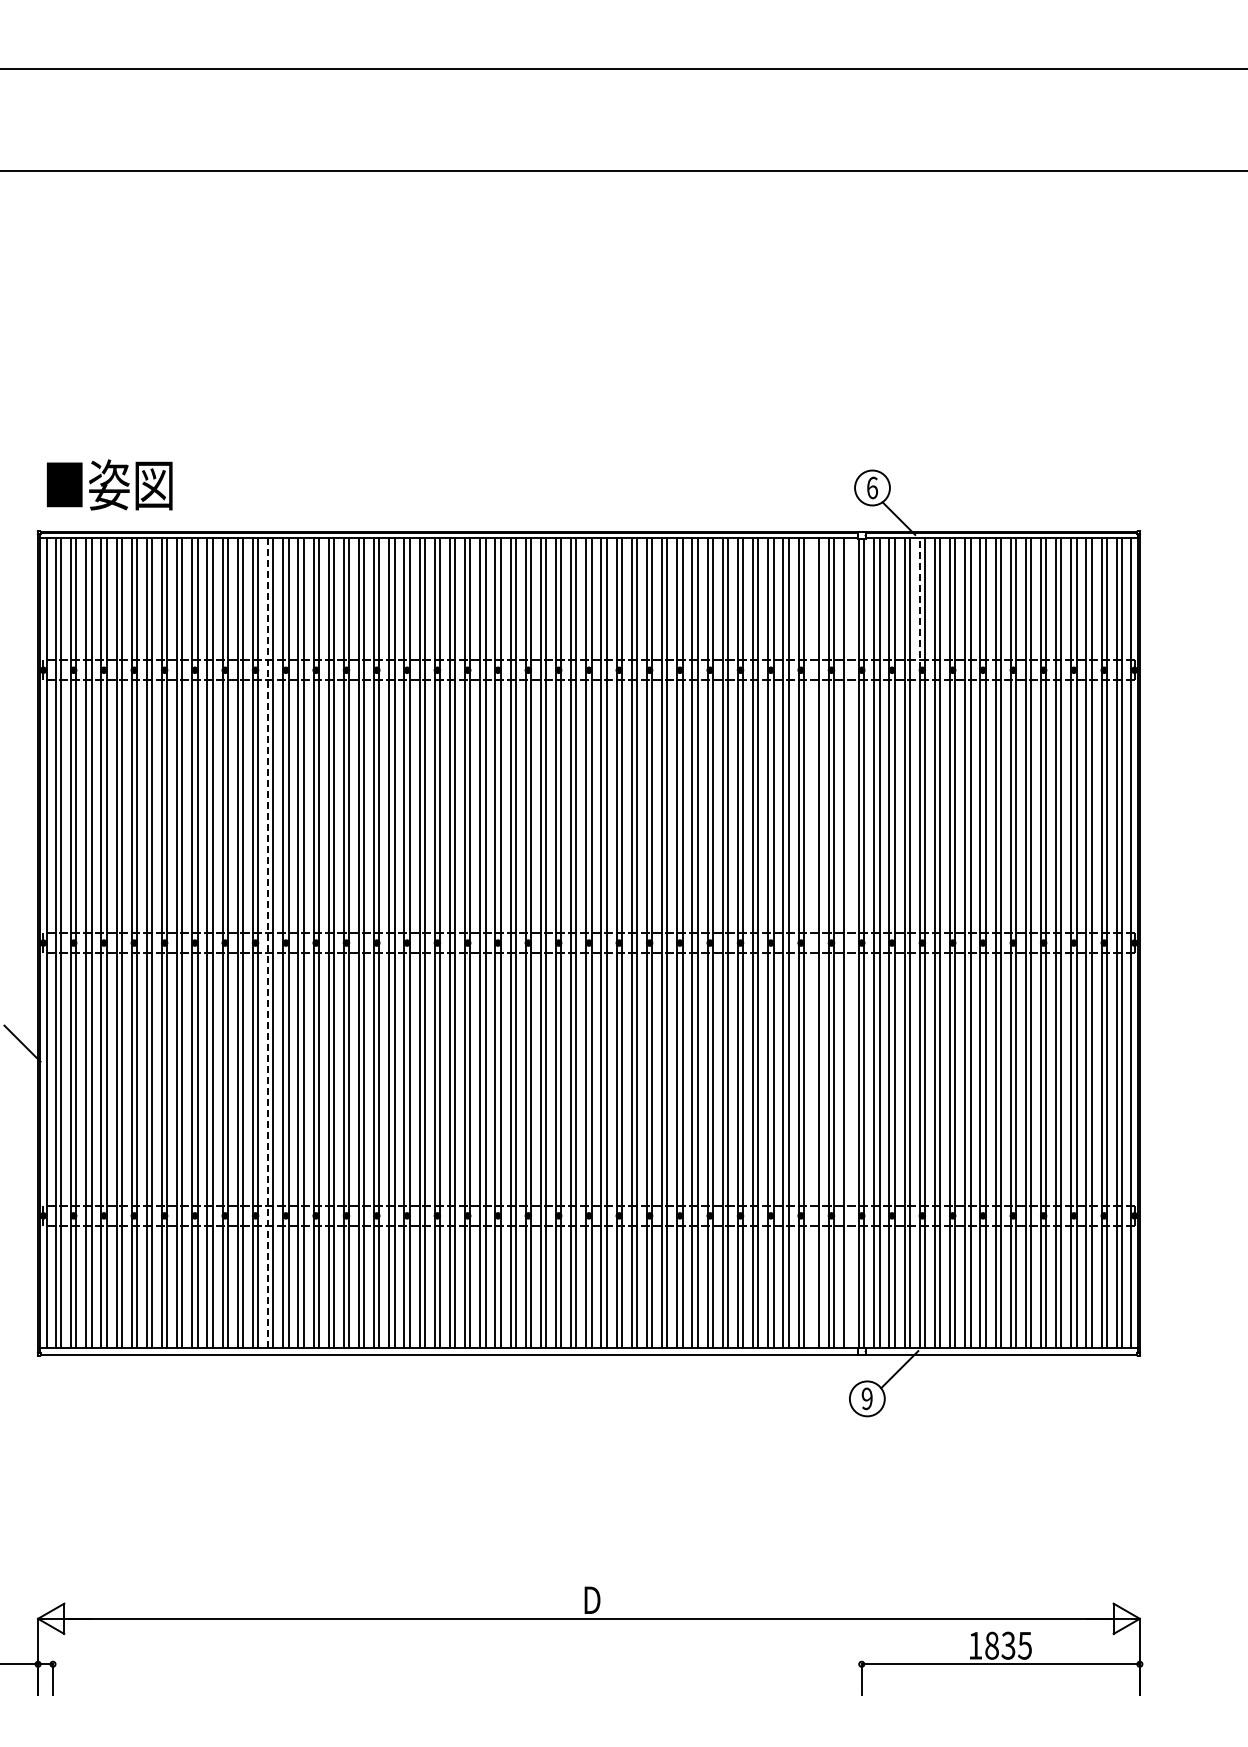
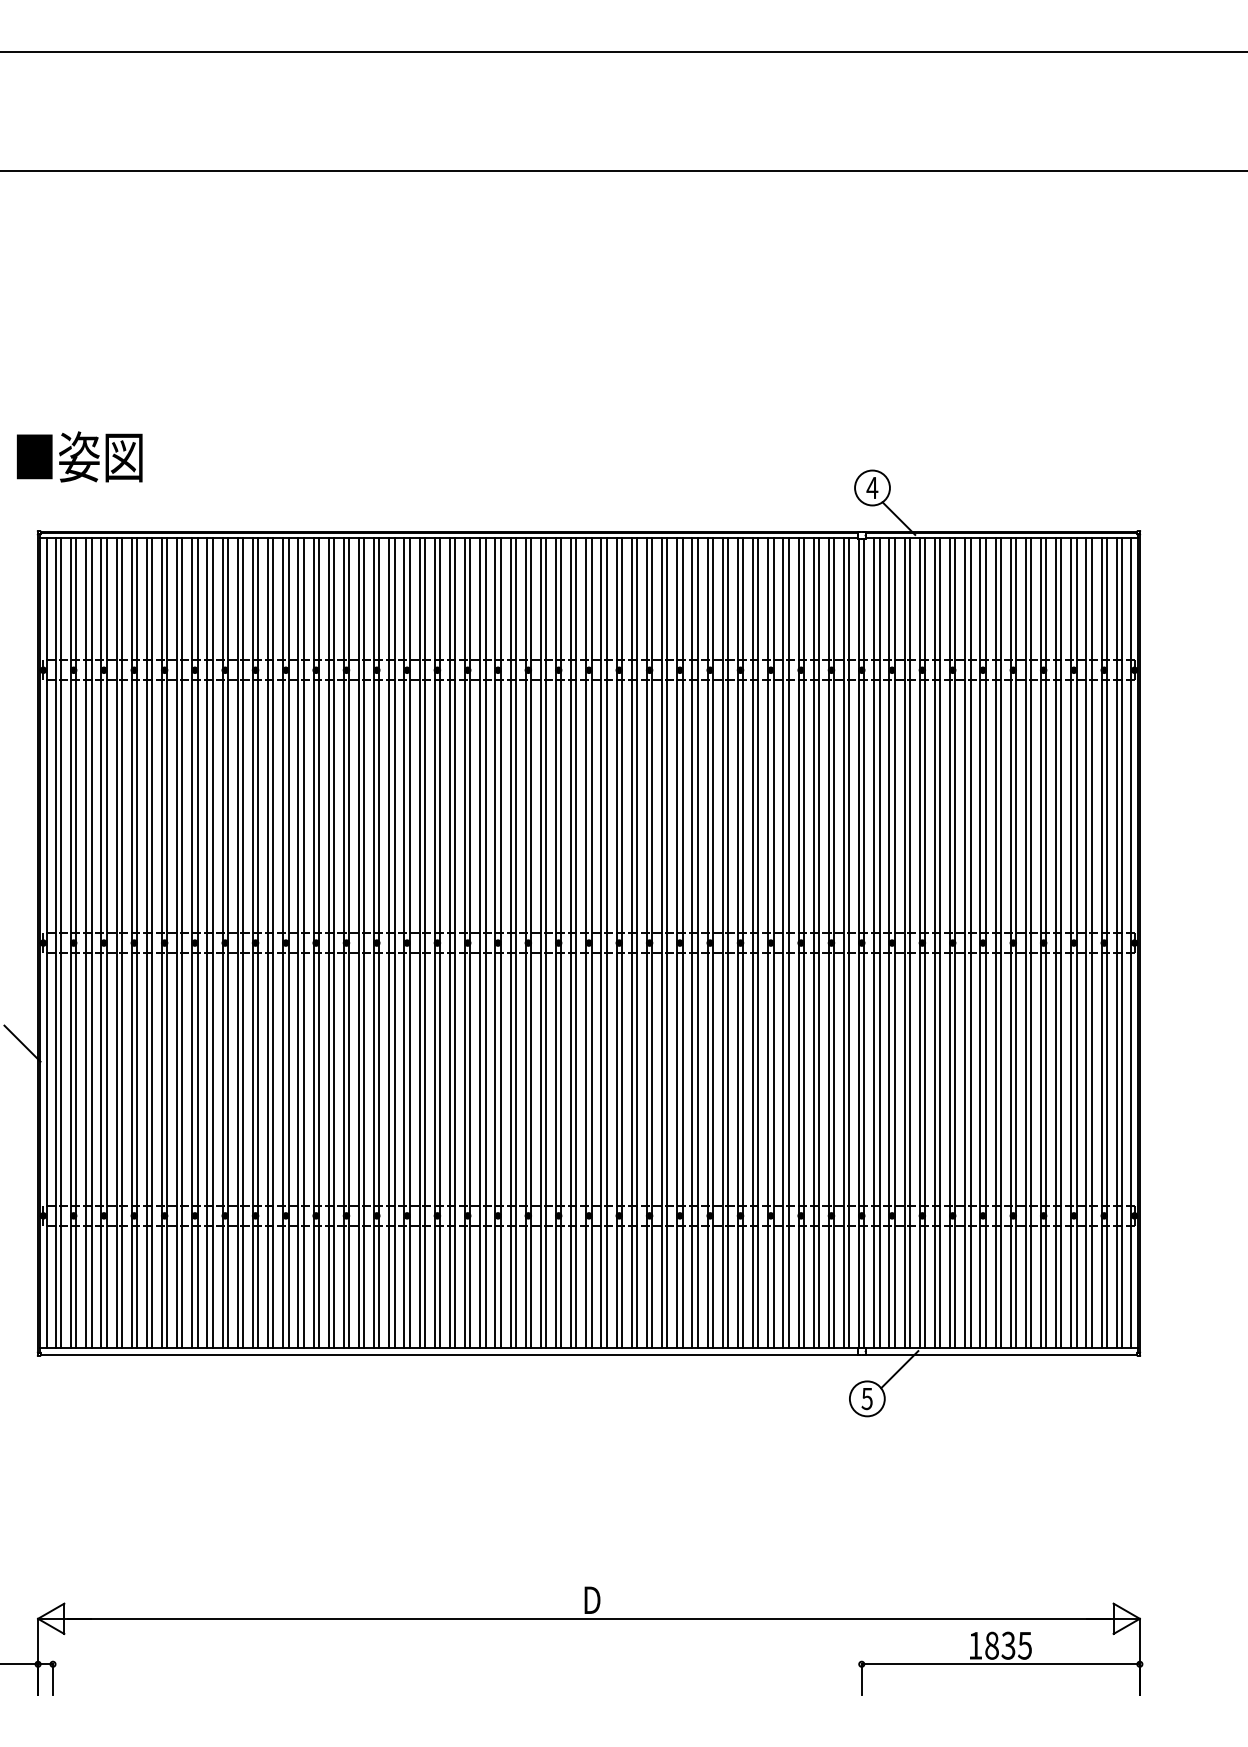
line at (623, 69) position: (623, 69) -> (623, 52)
text at (109, 484) position: (109, 484) -> (79, 456)
text at (872, 487): 6 -> 4
line at (919, 603): dashed -> solid
line at (813, 942): none -> present
line at (849, 942): none -> present
line at (268, 943): dashed -> solid
text at (866, 1398): 9 -> 5
